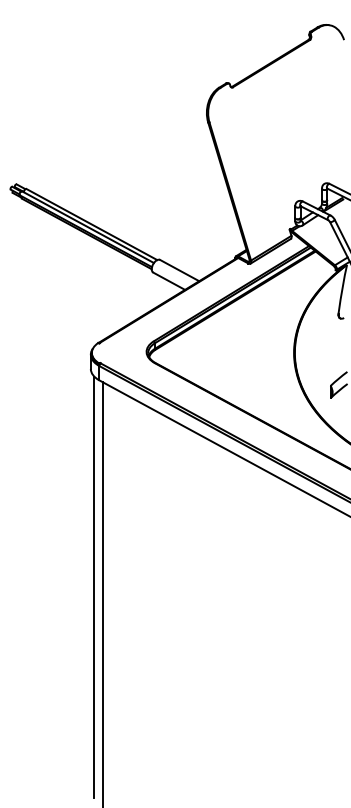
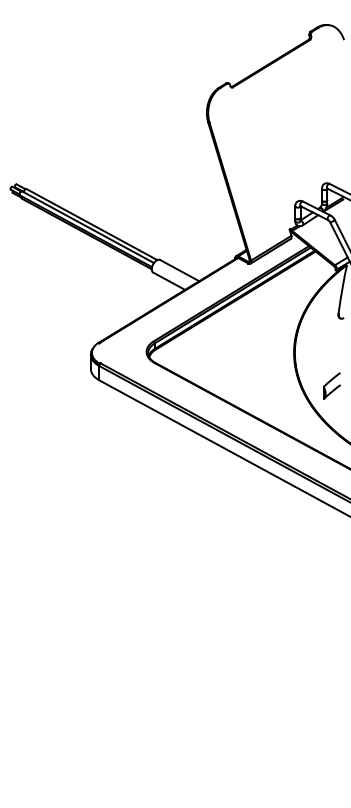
part at (338, 384) position: (338, 384) -> (331, 385)
line at (94, 587): present -> none
line at (102, 593): present -> none
